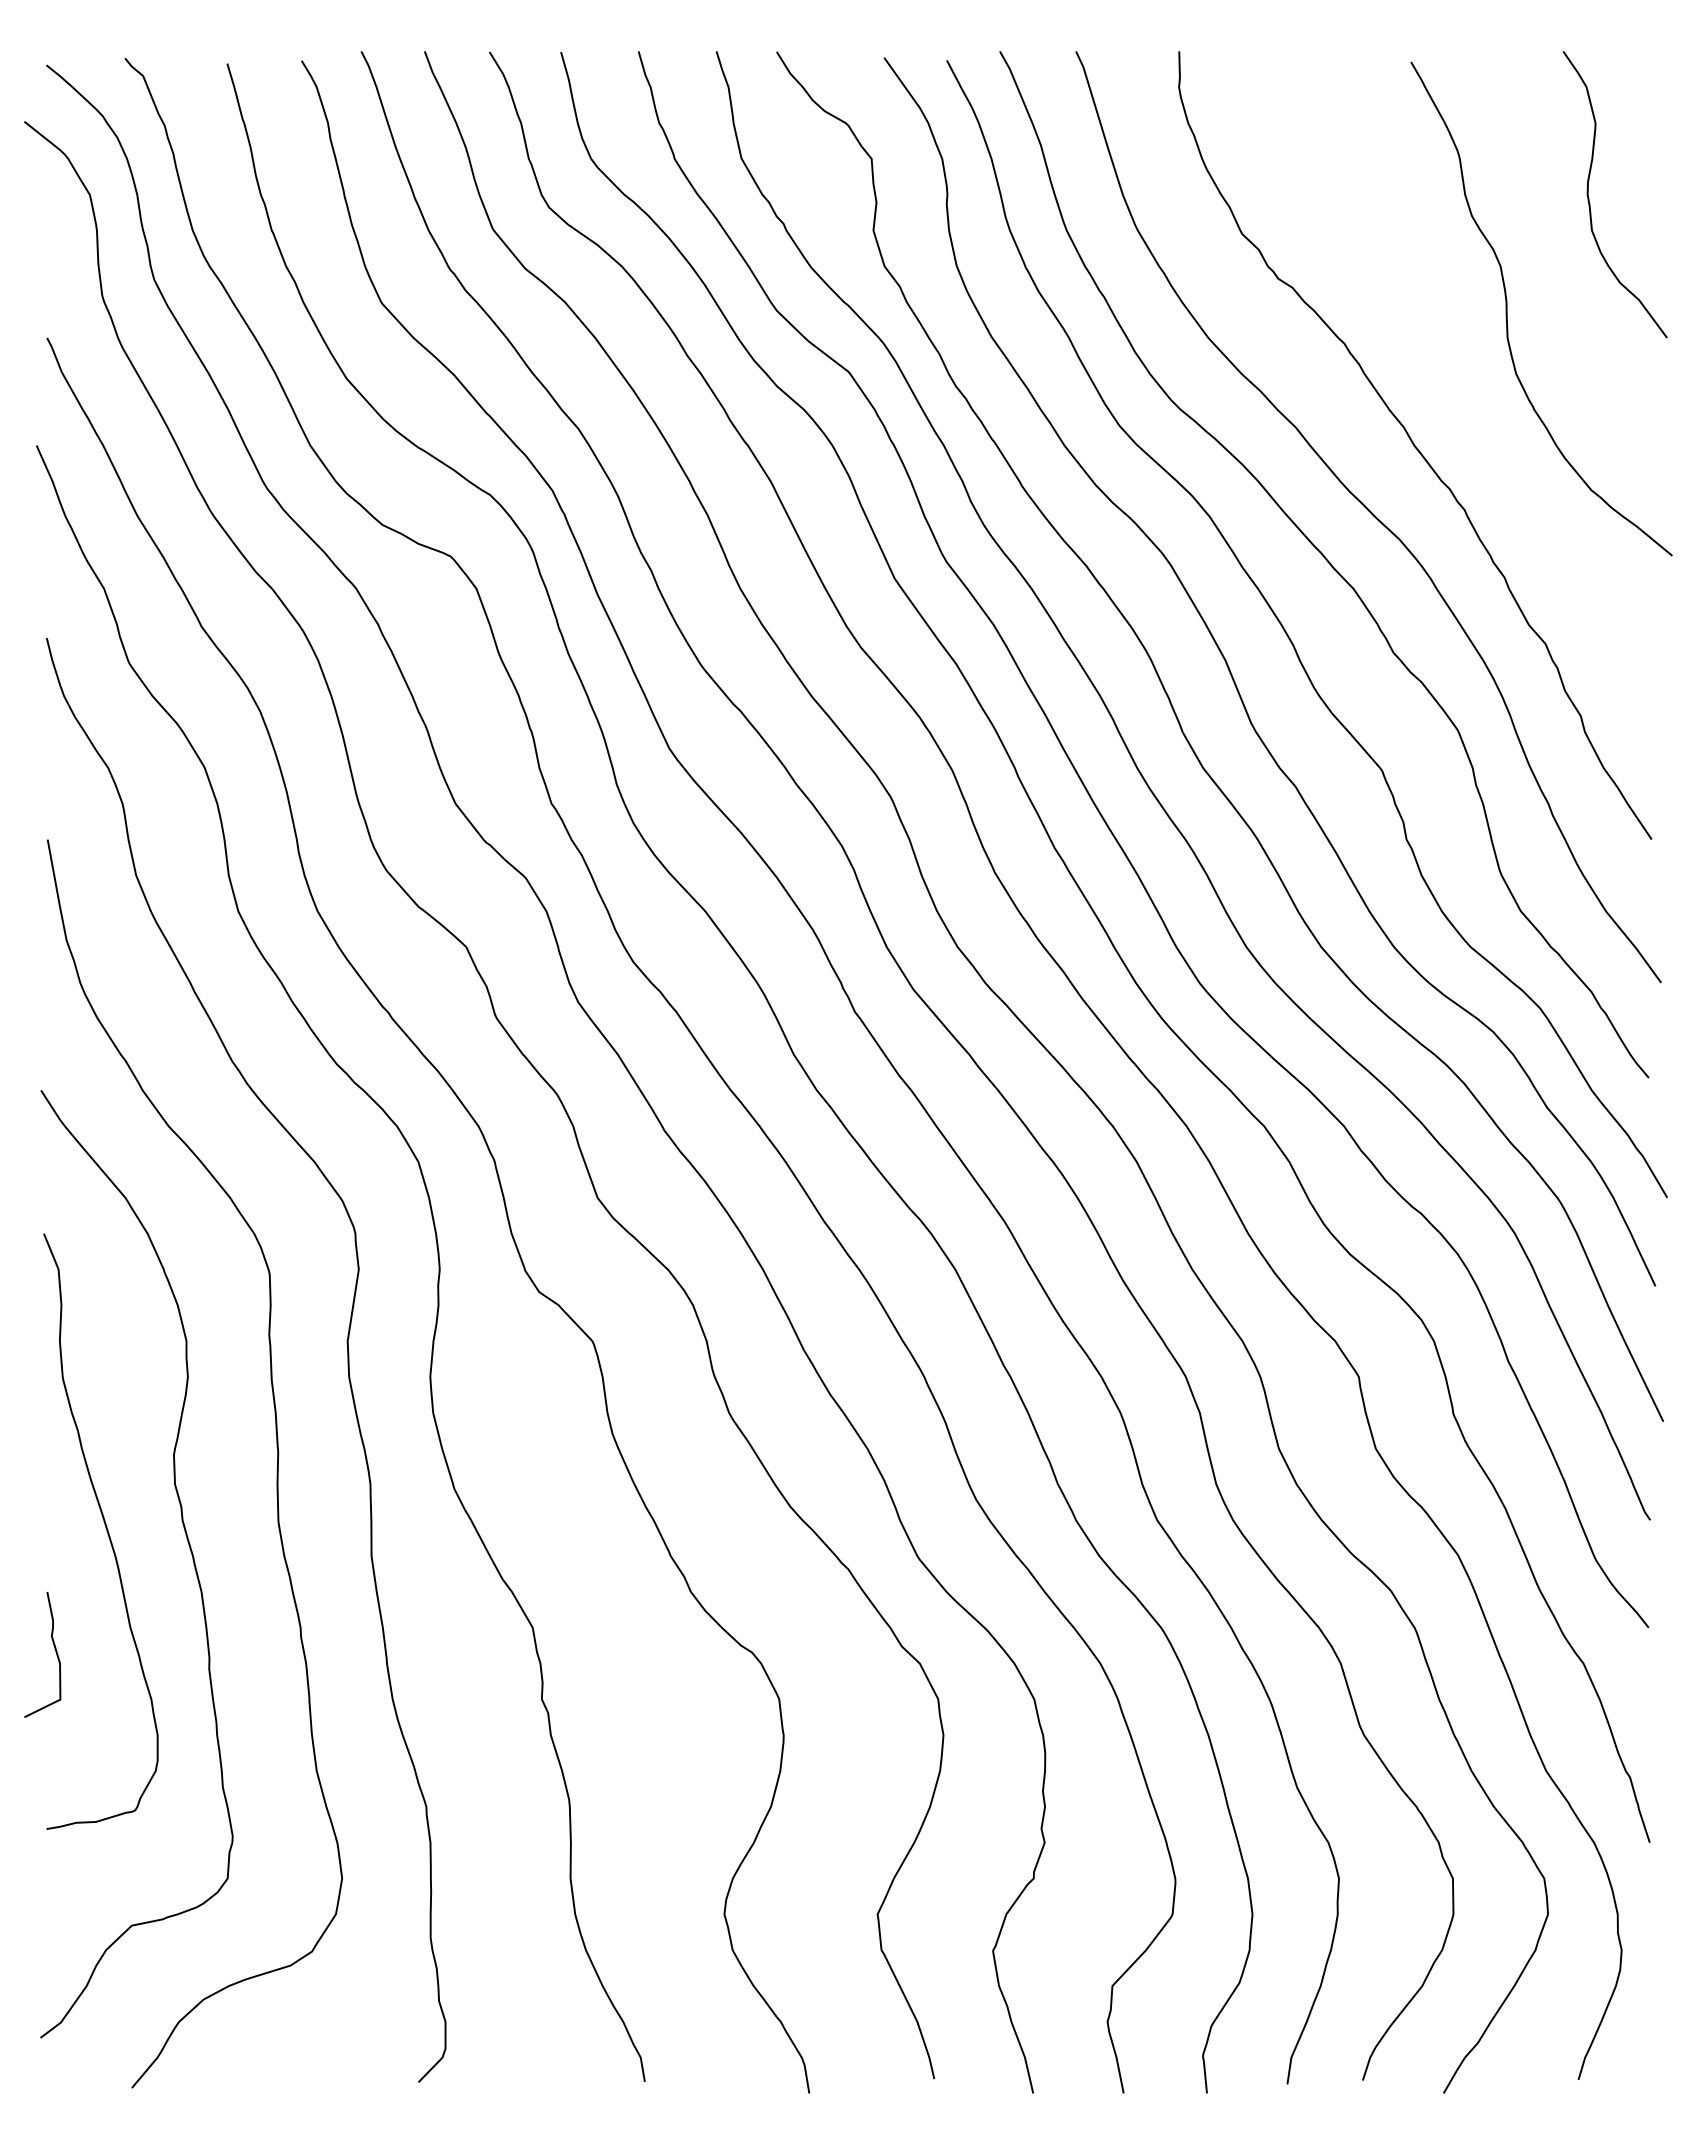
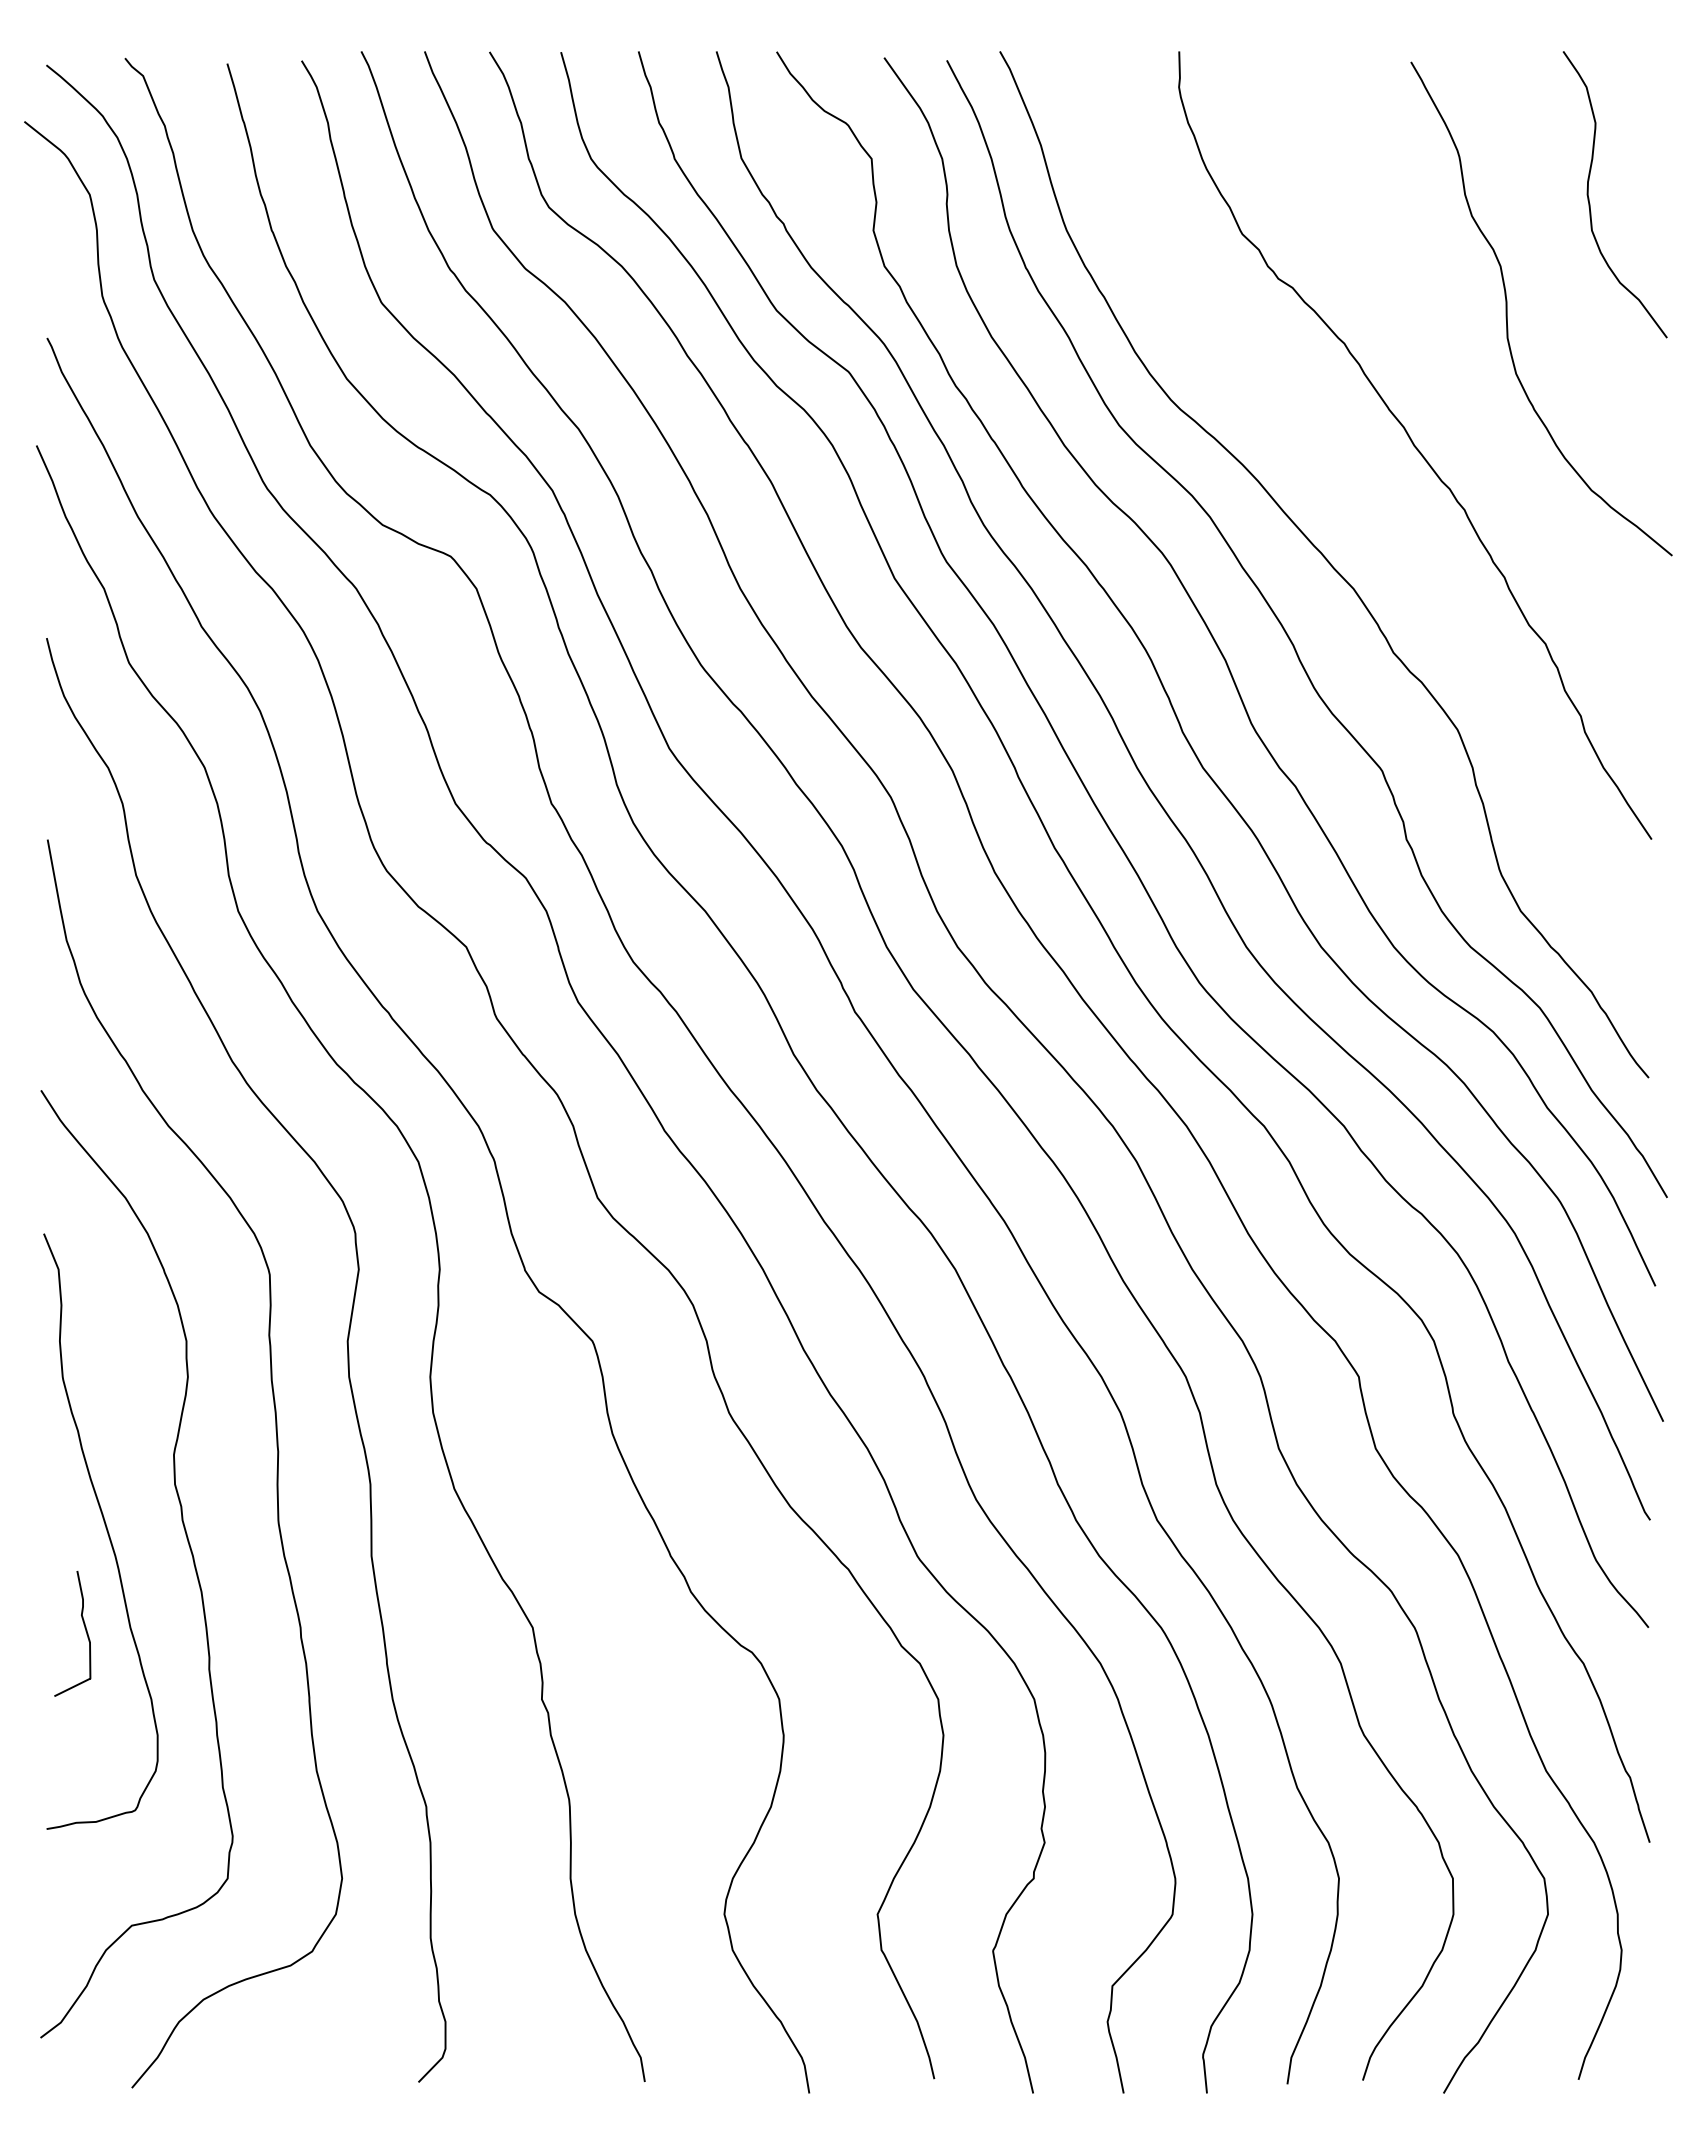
curve at (1371, 514): present -> none
curve at (54, 1649) position: (54, 1649) -> (84, 1628)
